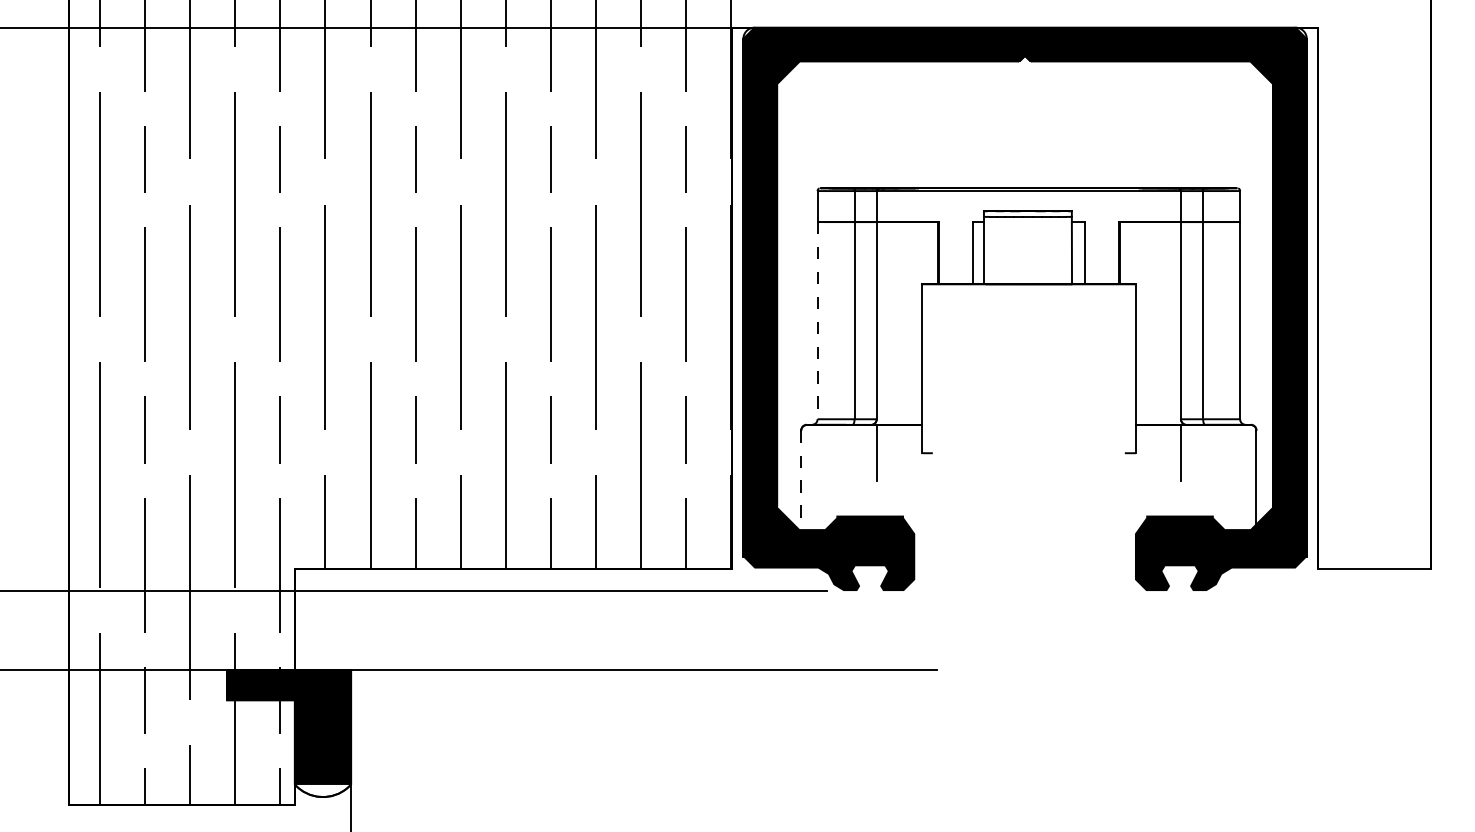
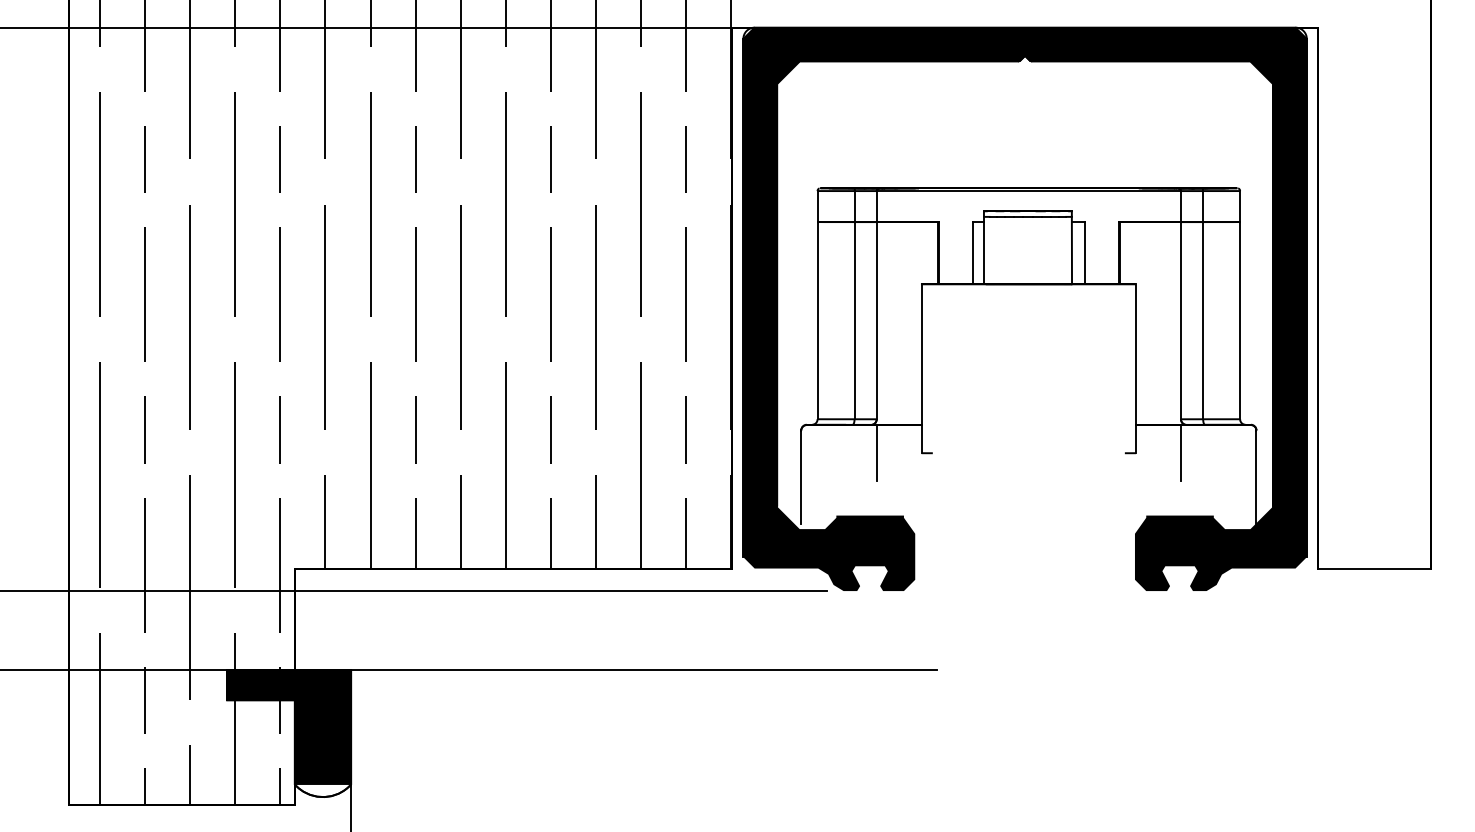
line at (817, 320): dashed -> solid
line at (801, 477): dashed -> solid
